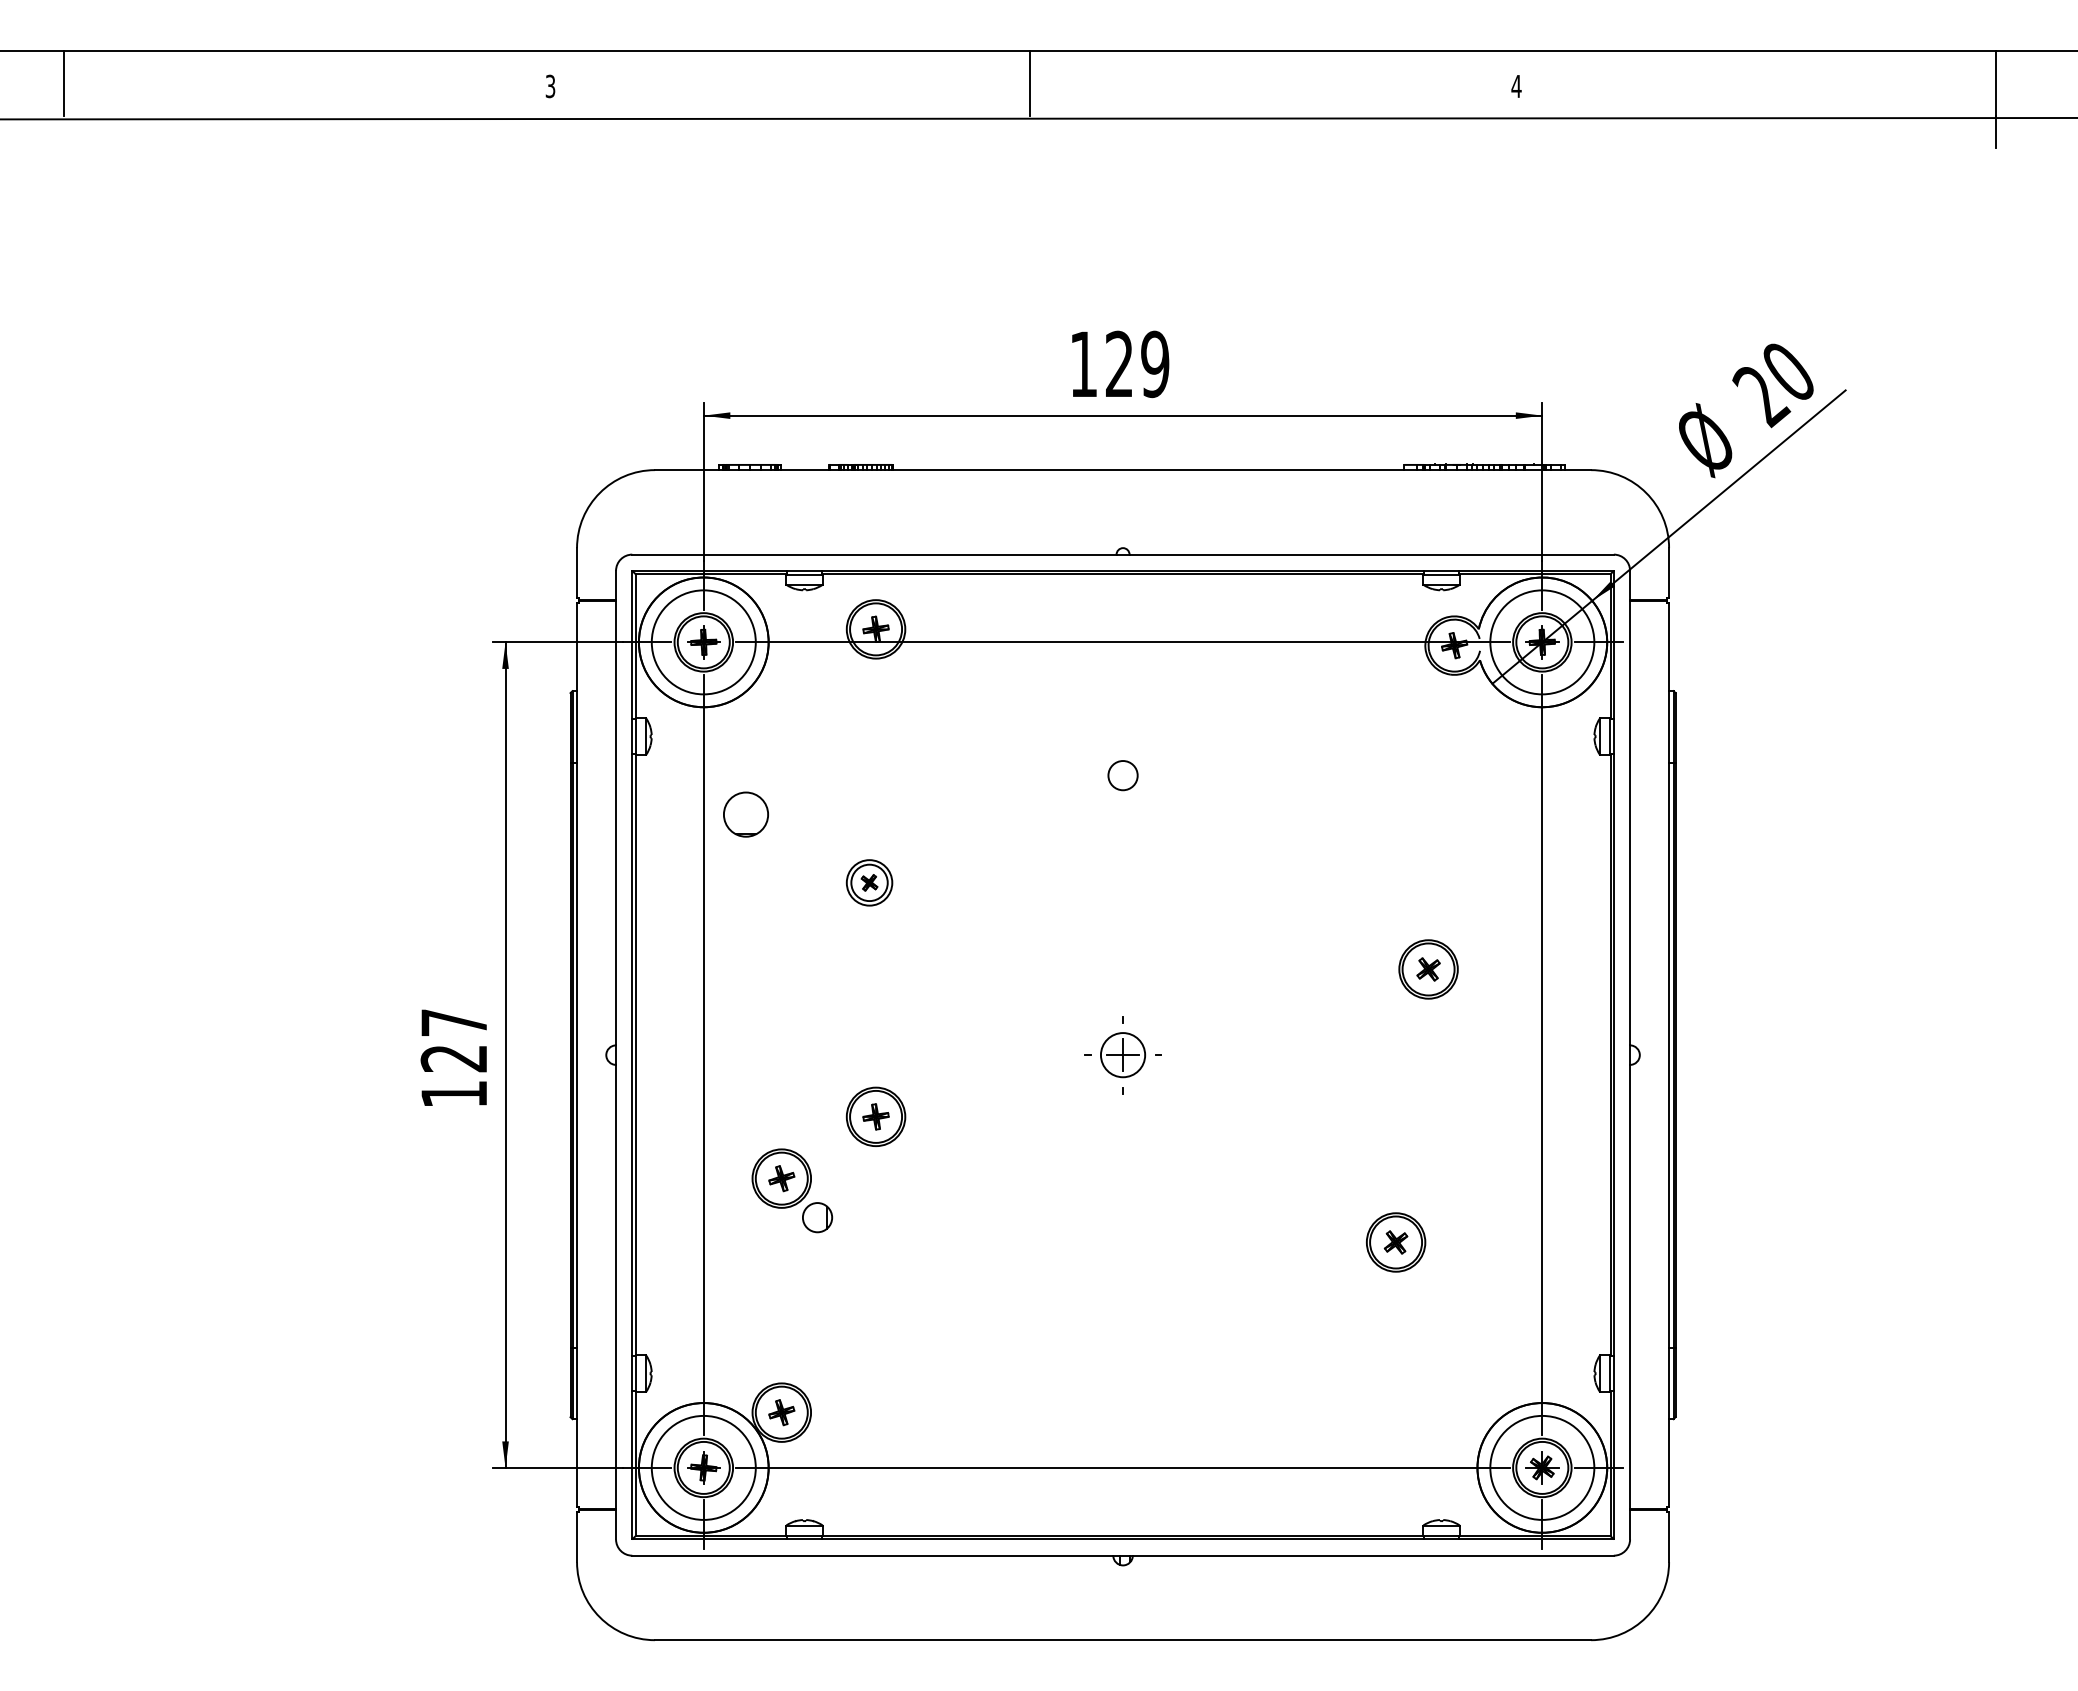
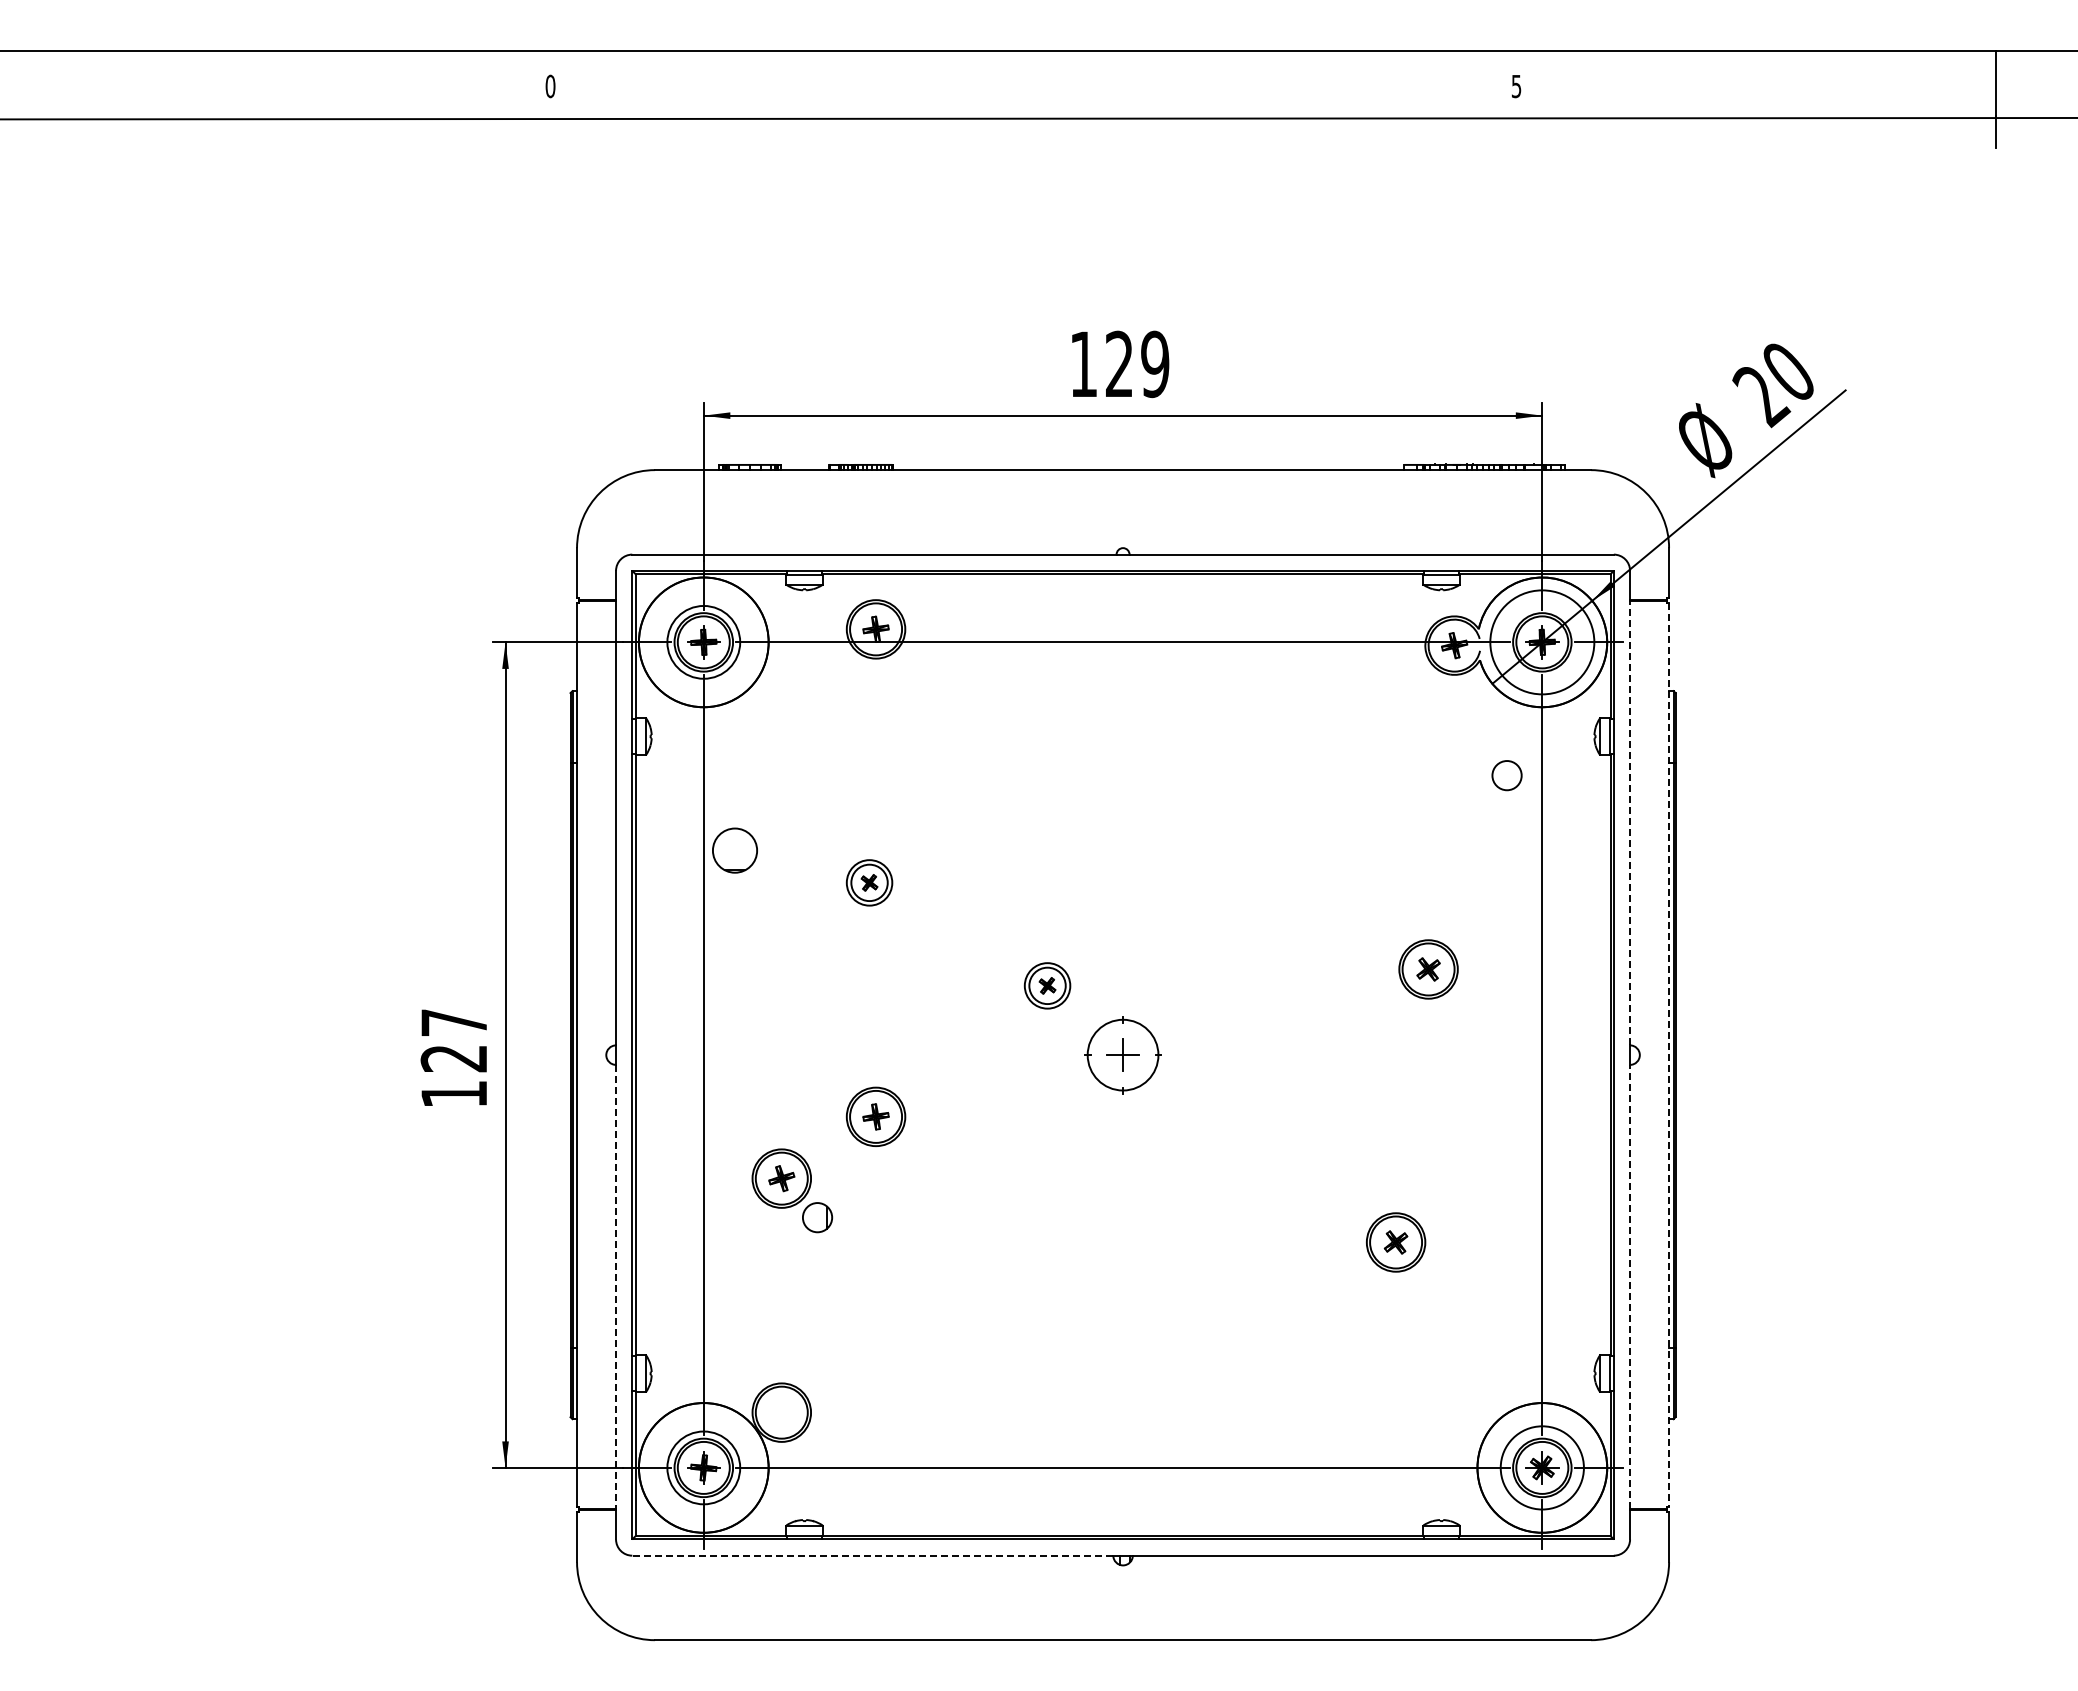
line at (63, 82): present -> none
line at (1029, 82): present -> none
text at (550, 86): 3 -> 0
text at (1516, 86): 4 -> 5
circle at (703, 642) diameter: 104 px -> 73 px
circle at (1122, 775) position: (1122, 775) -> (1506, 775)
circle at (745, 814) position: (745, 814) -> (734, 850)
line at (1630, 823): solid -> dashed
part at (1047, 985): none -> present
circle at (1122, 1055) diameter: 44 px -> 71 px
line at (1669, 1055): solid -> dashed
line at (616, 1286): solid -> dashed
line at (1630, 1286): solid -> dashed
part at (781, 1412): present -> none
circle at (703, 1467) diameter: 104 px -> 73 px
circle at (1542, 1467) diameter: 104 px -> 83 px
line at (872, 1555): solid -> dashed
